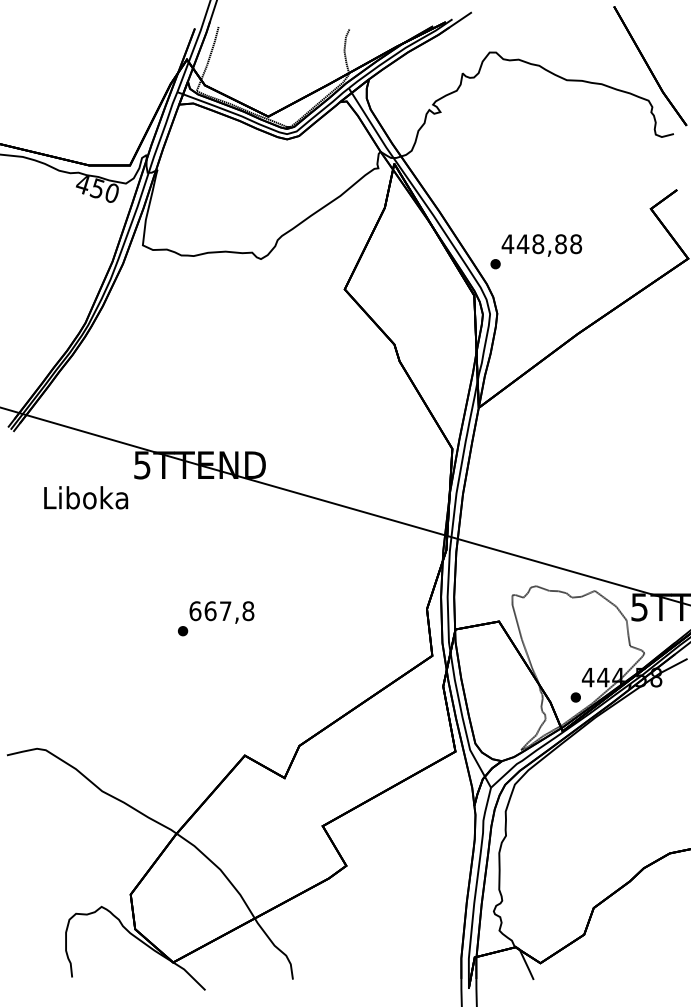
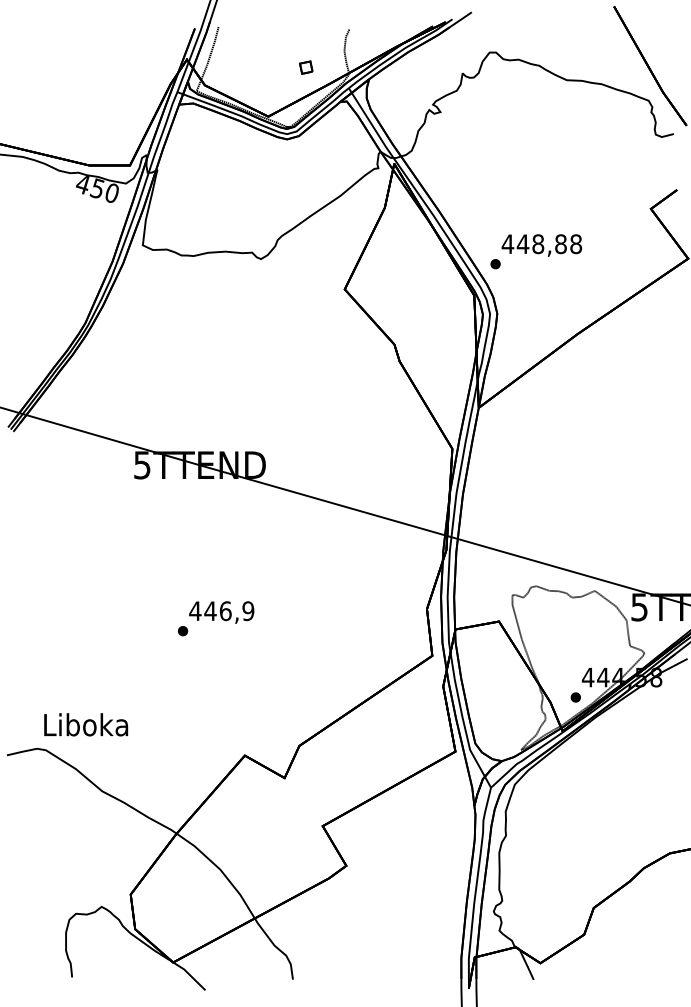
part at (306, 67): none -> present
text at (86, 497) position: (86, 497) -> (86, 724)
text at (221, 611): 667,8 -> 446,9
